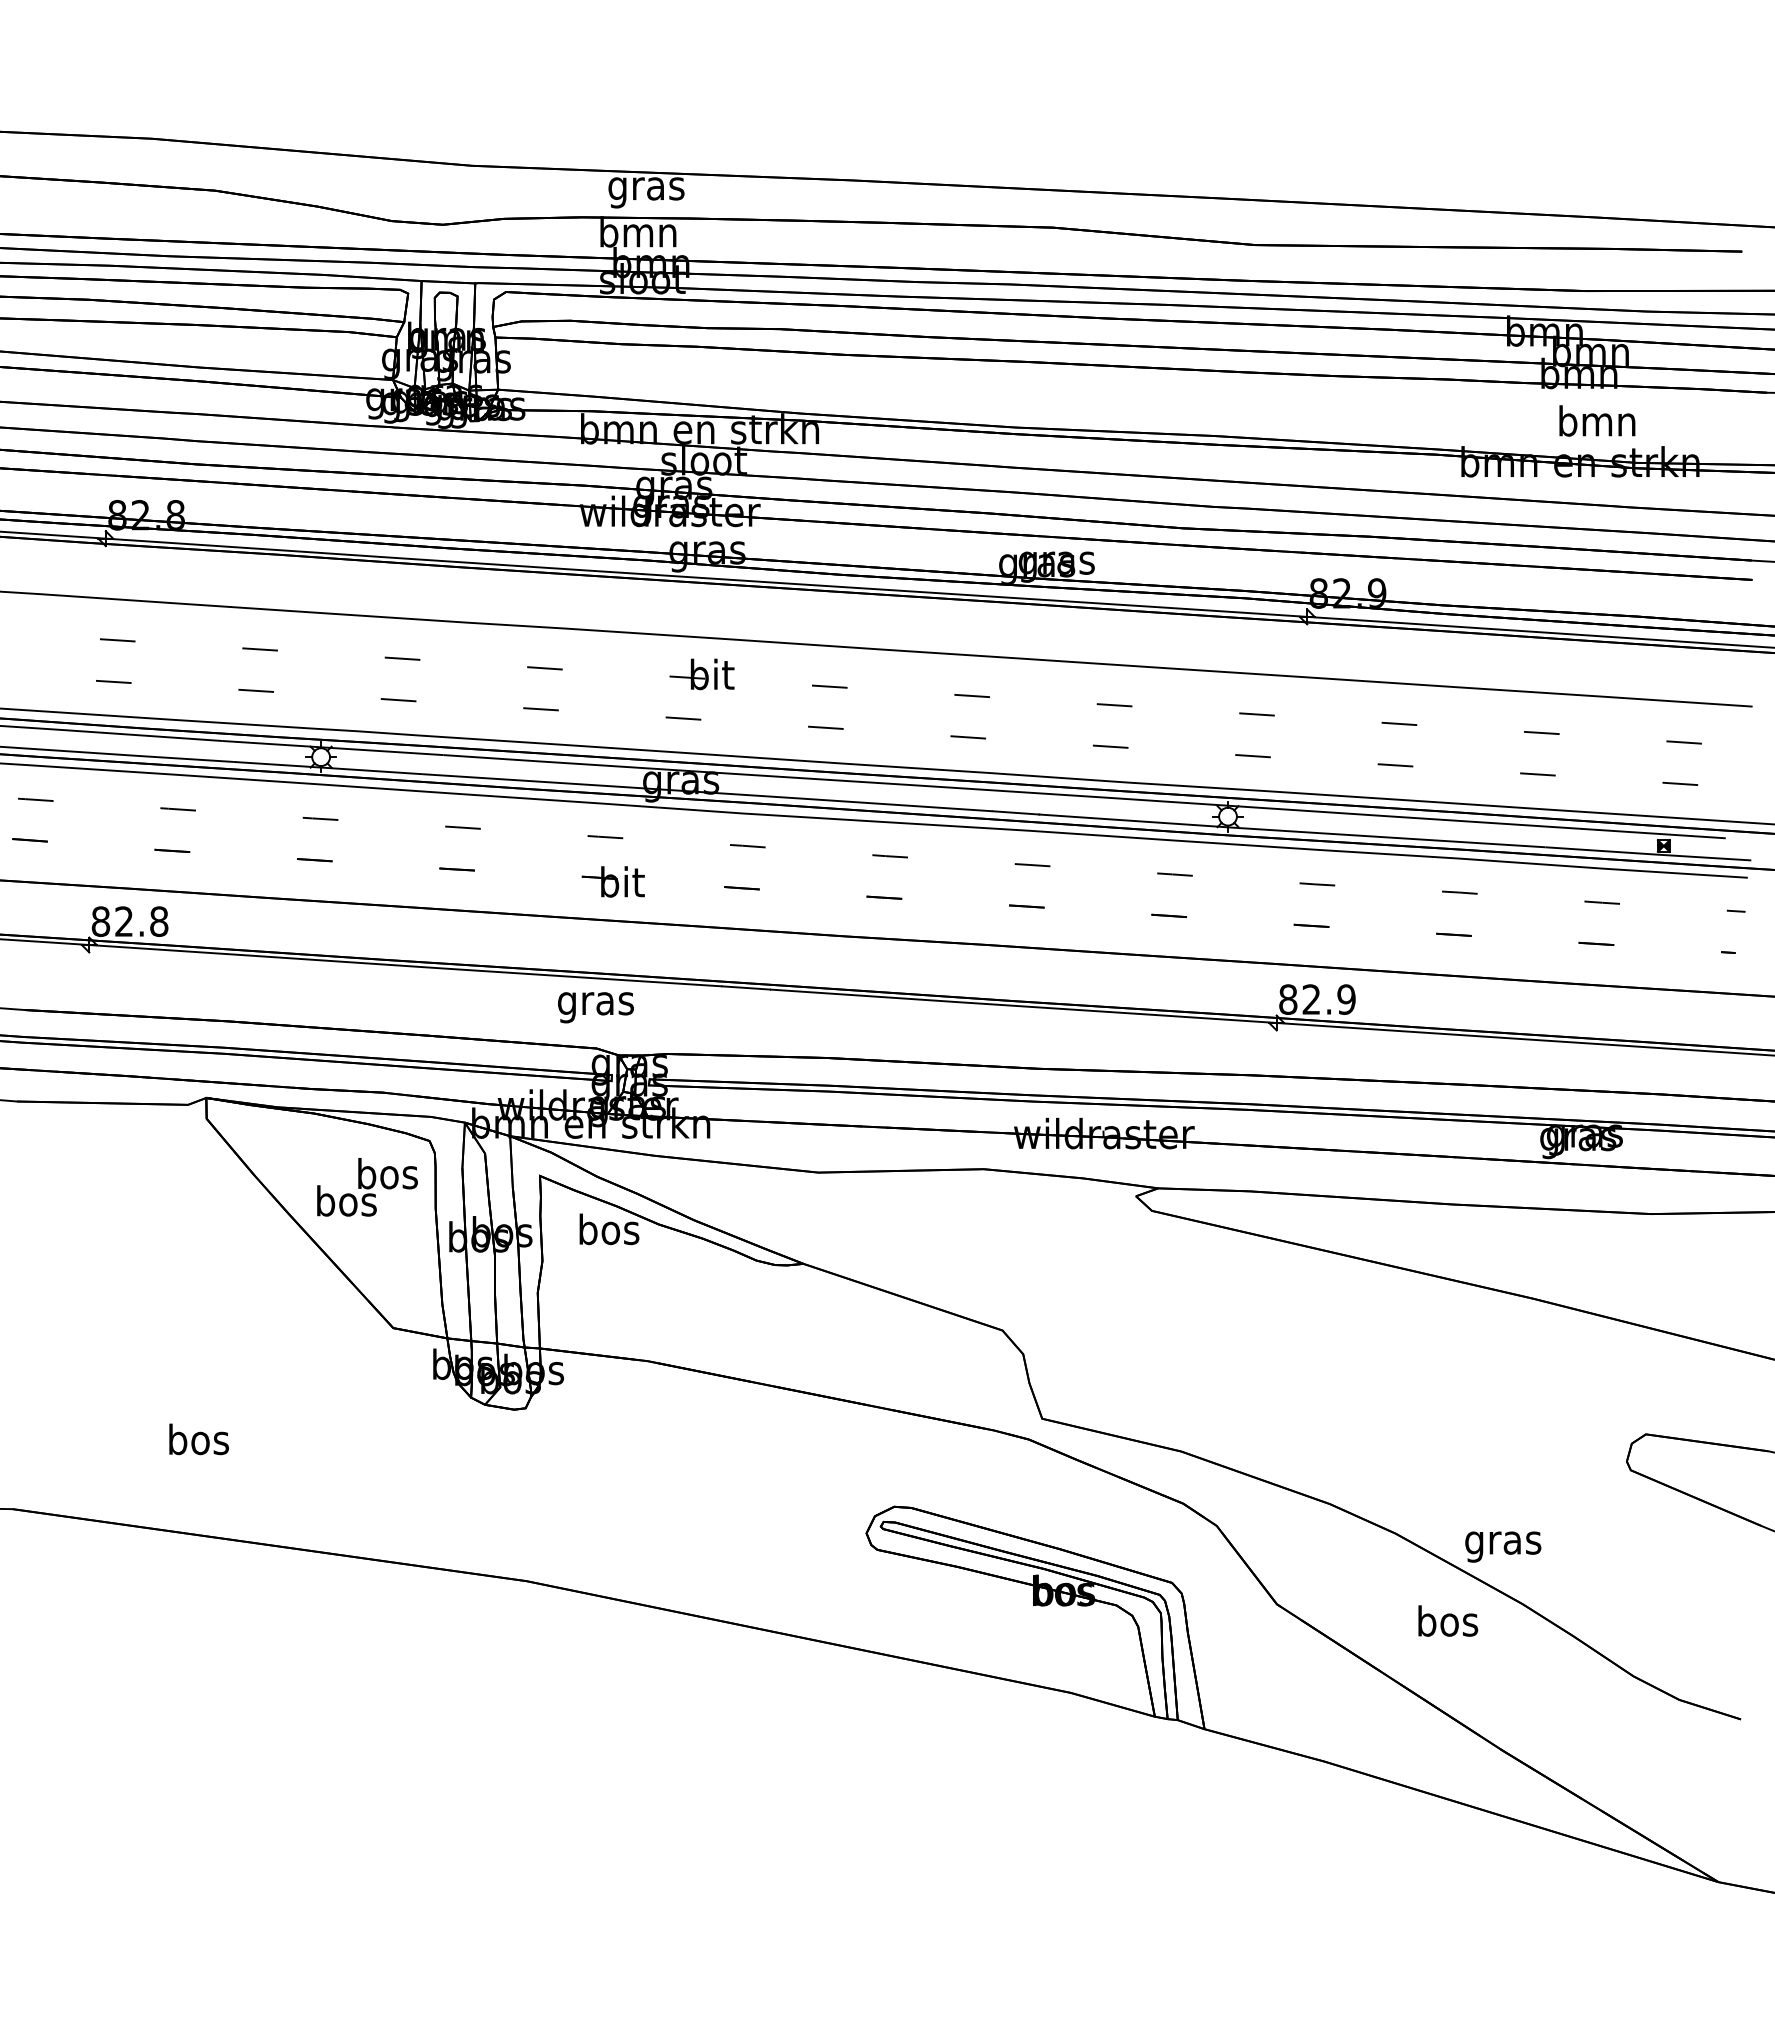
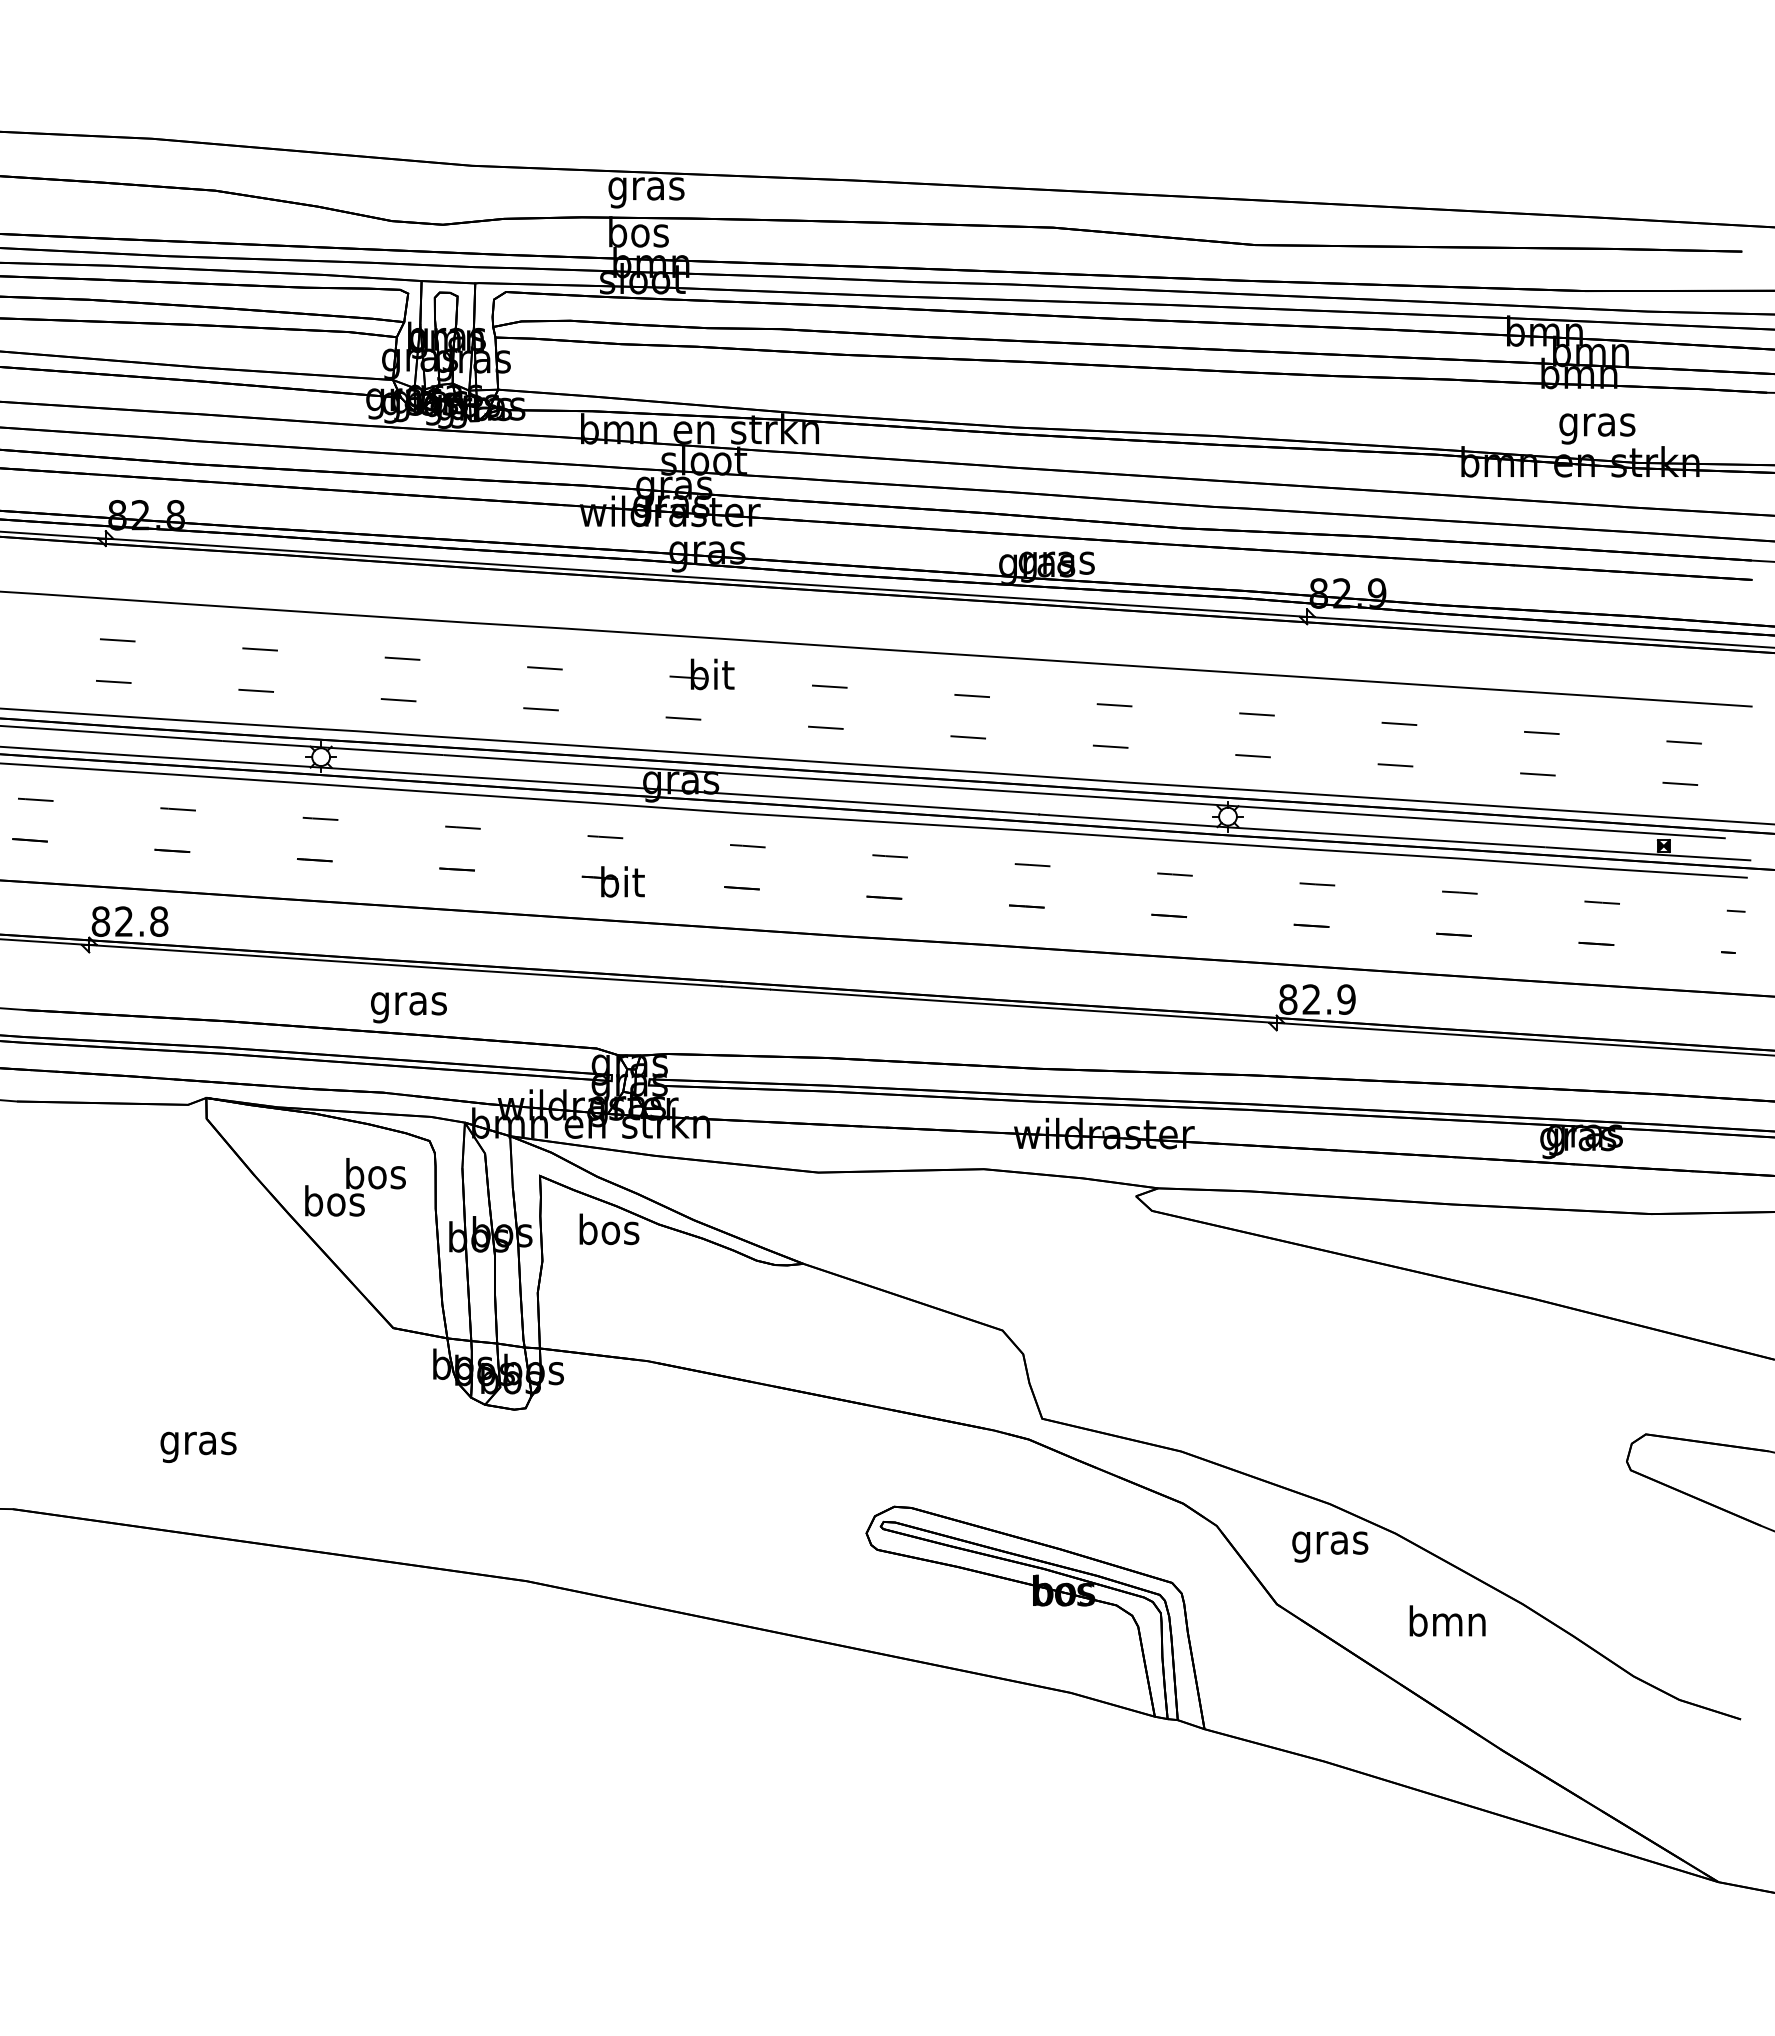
text at (638, 231): bmn -> bos
text at (1597, 424): bmn -> gras
text at (595, 1007) position: (595, 1007) -> (408, 1007)
text at (367, 1187) position: (367, 1187) -> (355, 1187)
text at (198, 1442): bos -> gras
text at (1503, 1546) position: (1503, 1546) -> (1330, 1546)
text at (1447, 1620): bos -> bmn
